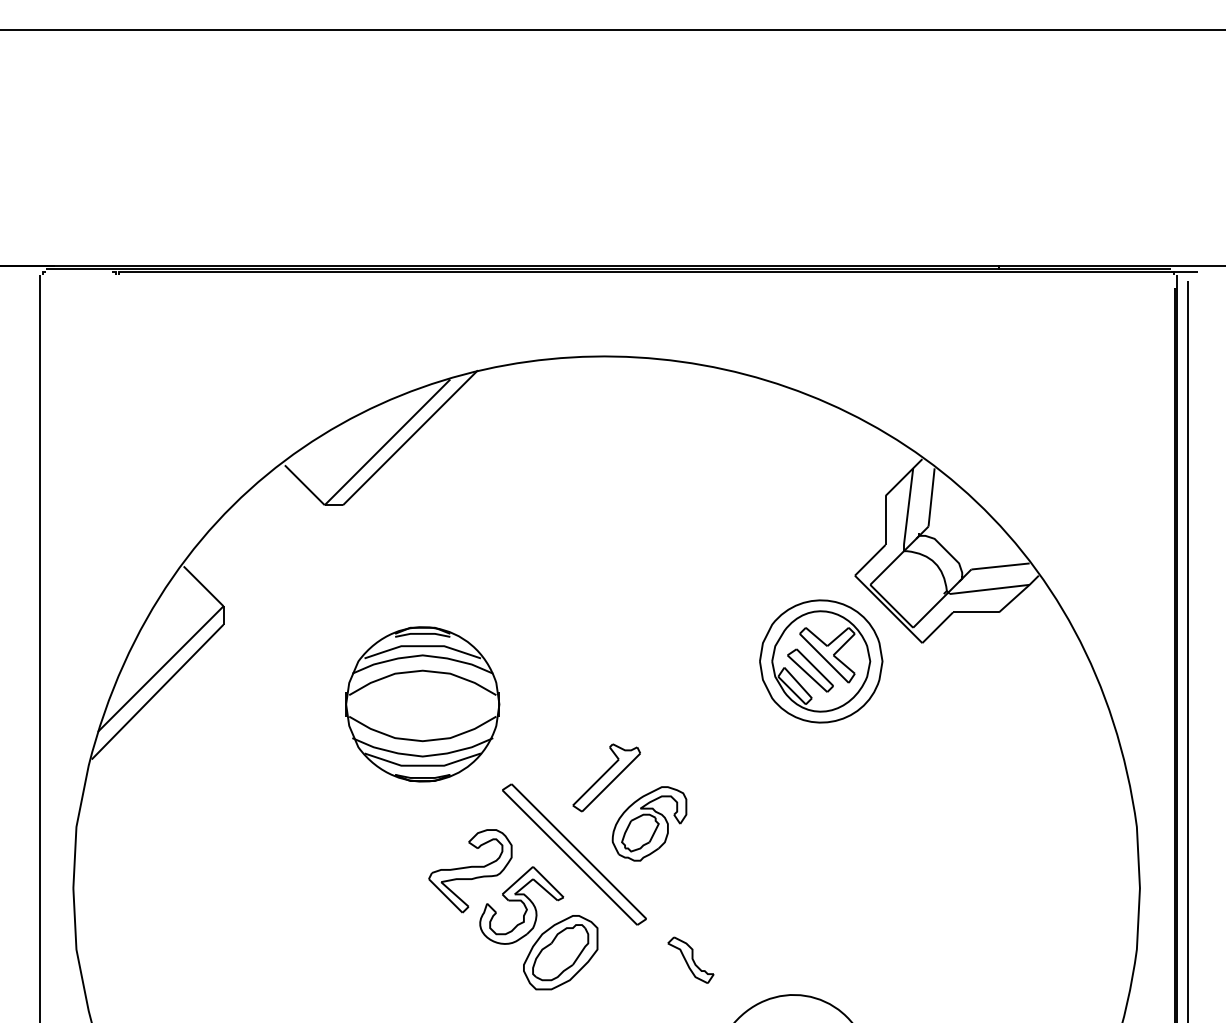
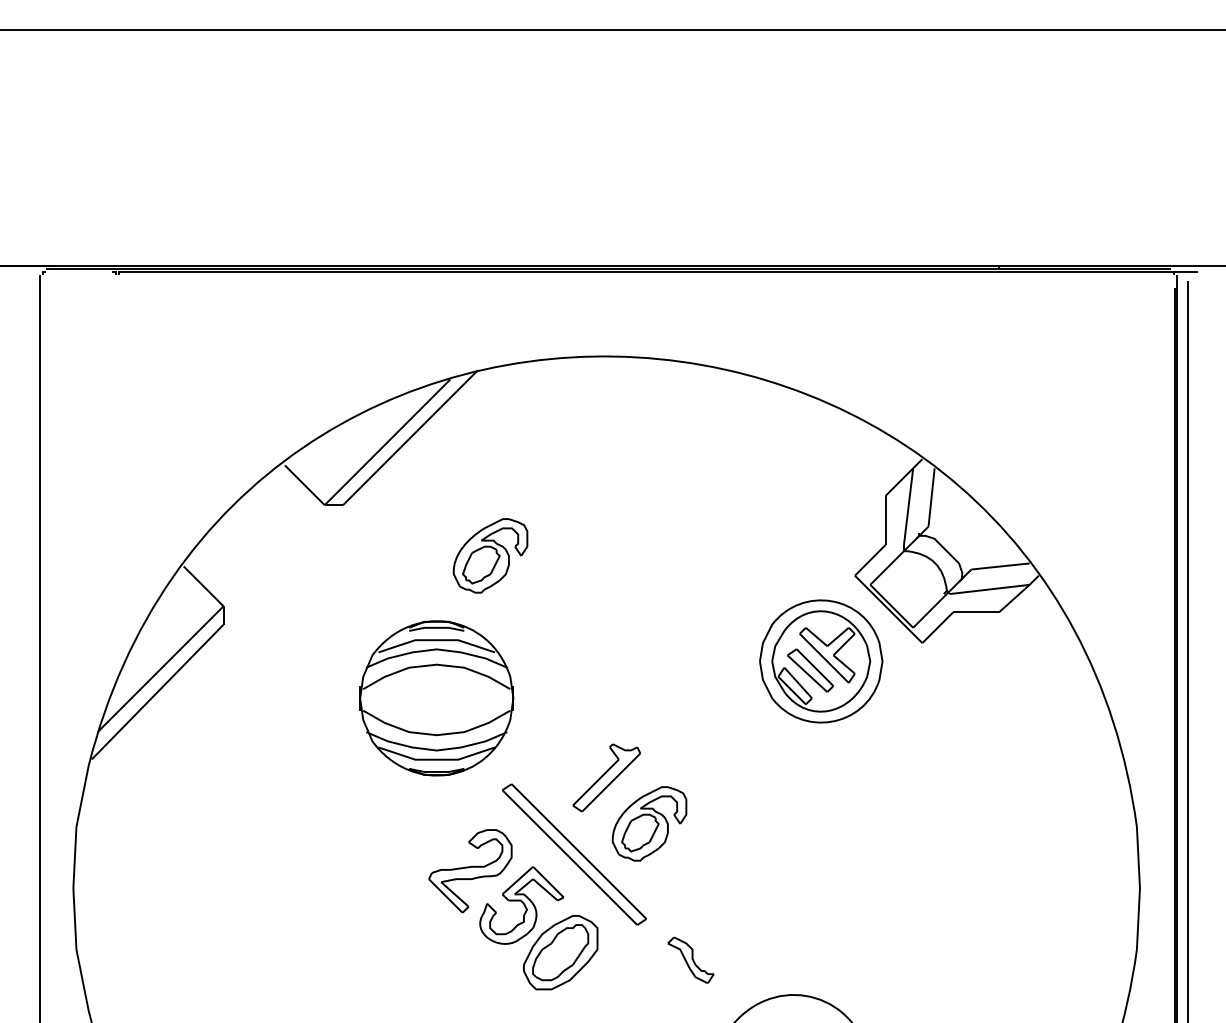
part at (490, 555): none -> present
part at (422, 704) position: (422, 704) -> (436, 698)
